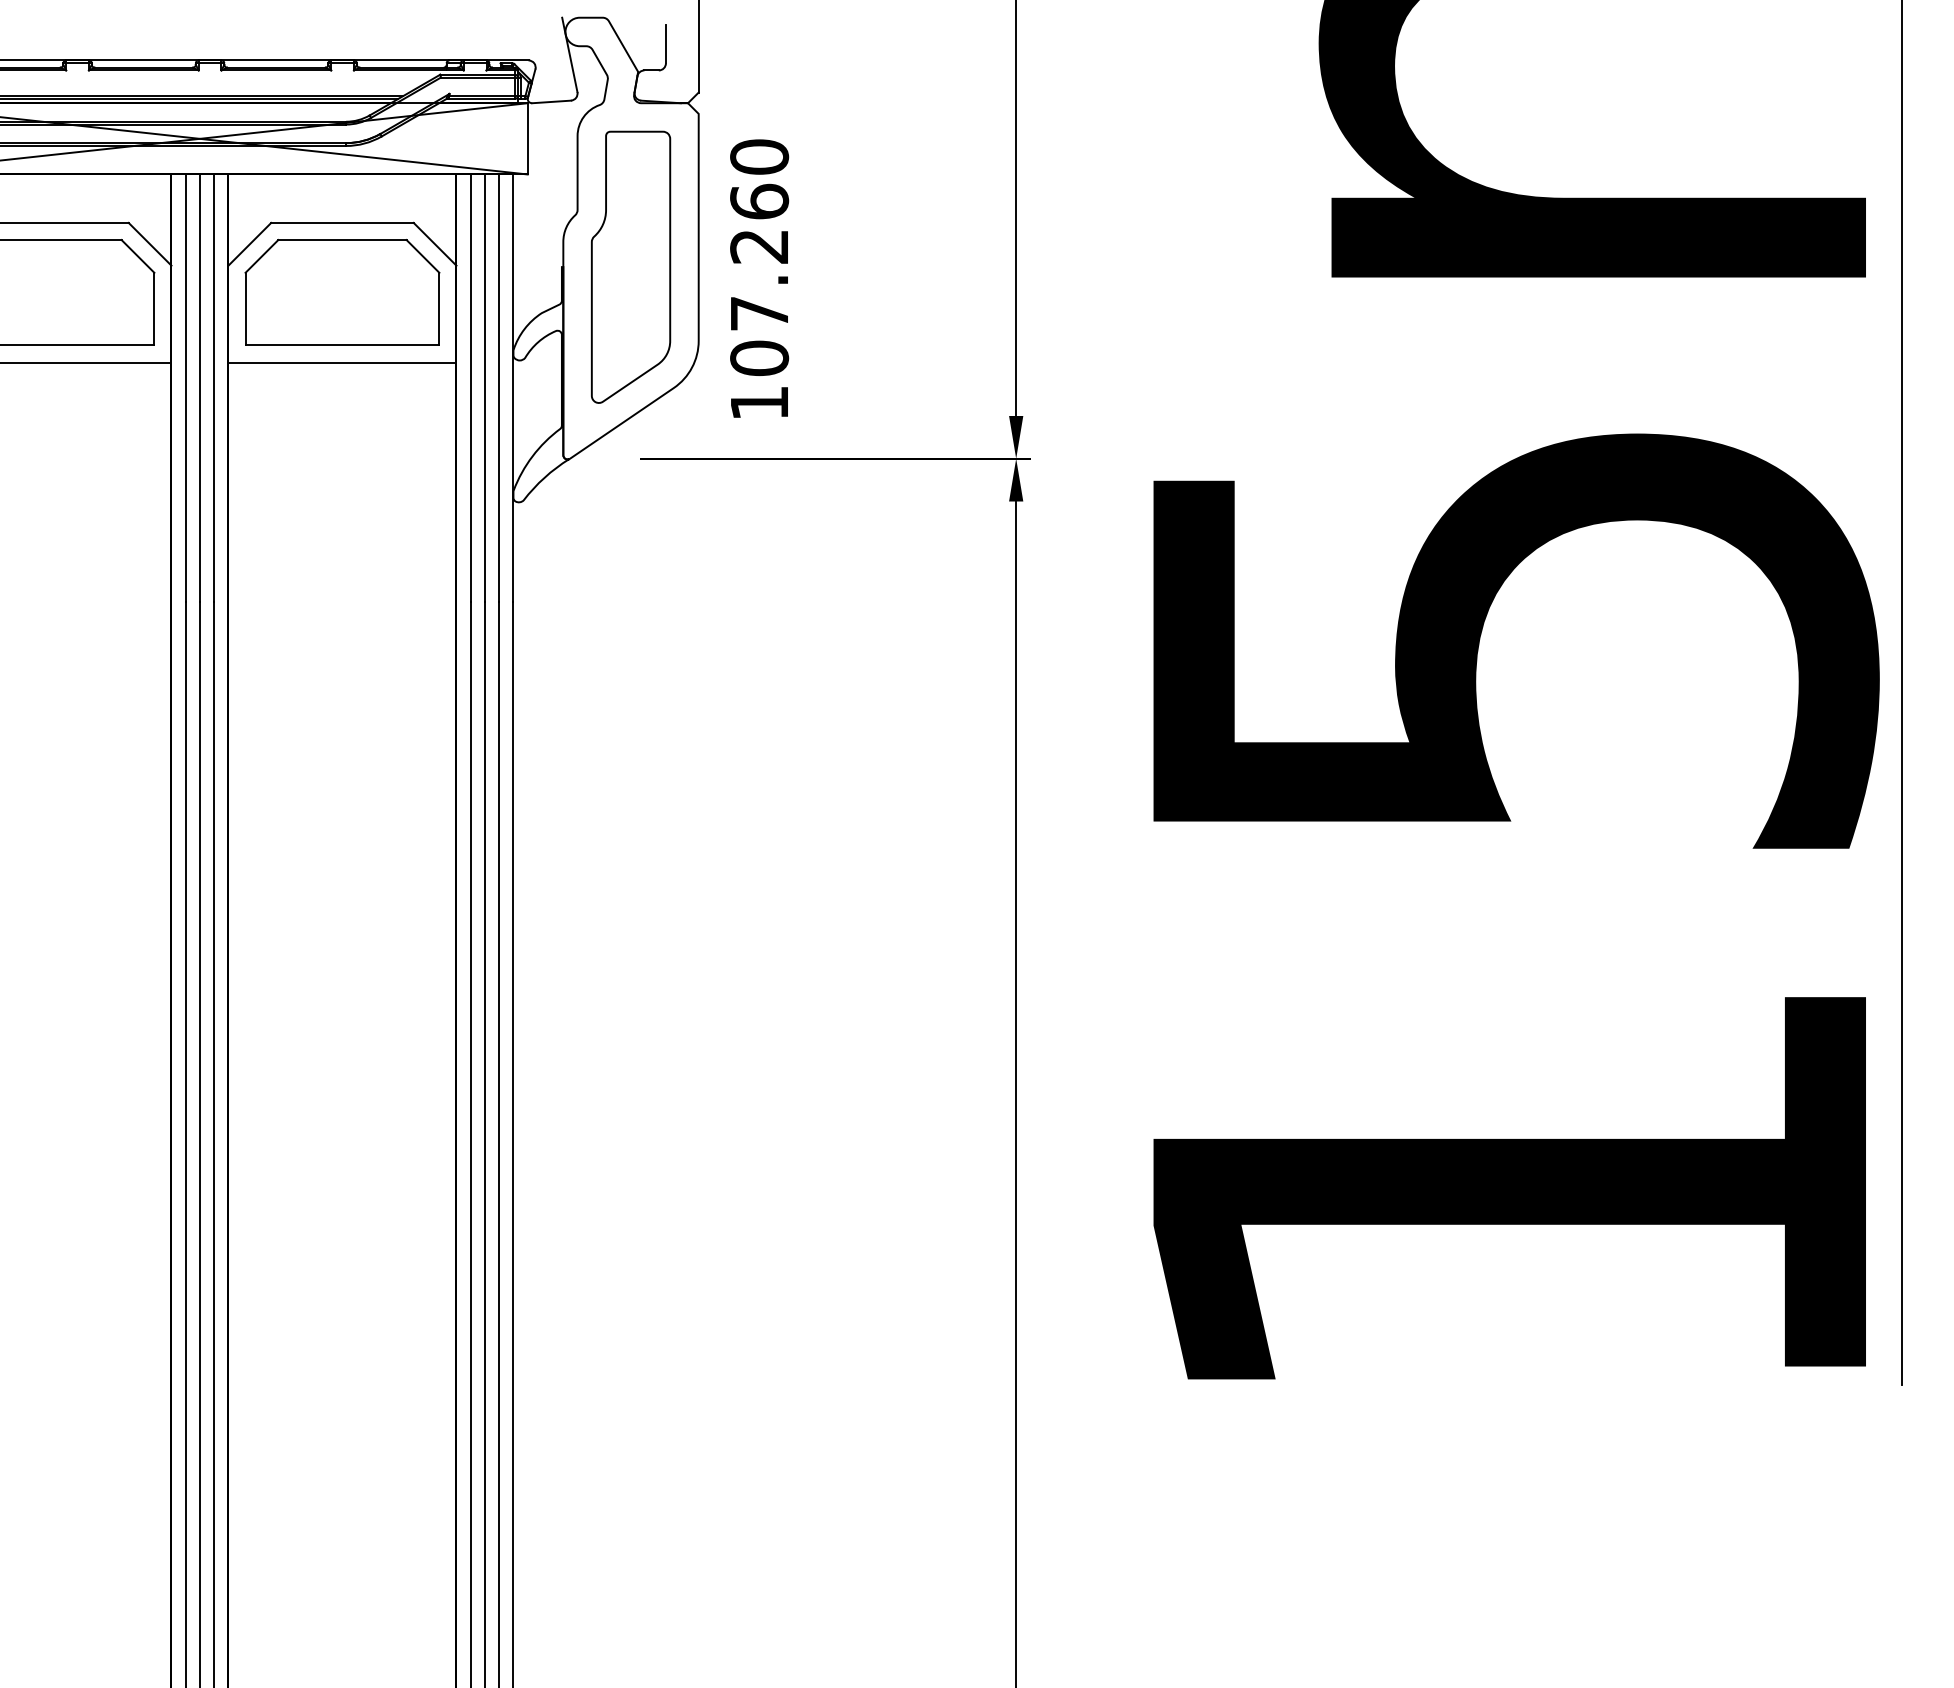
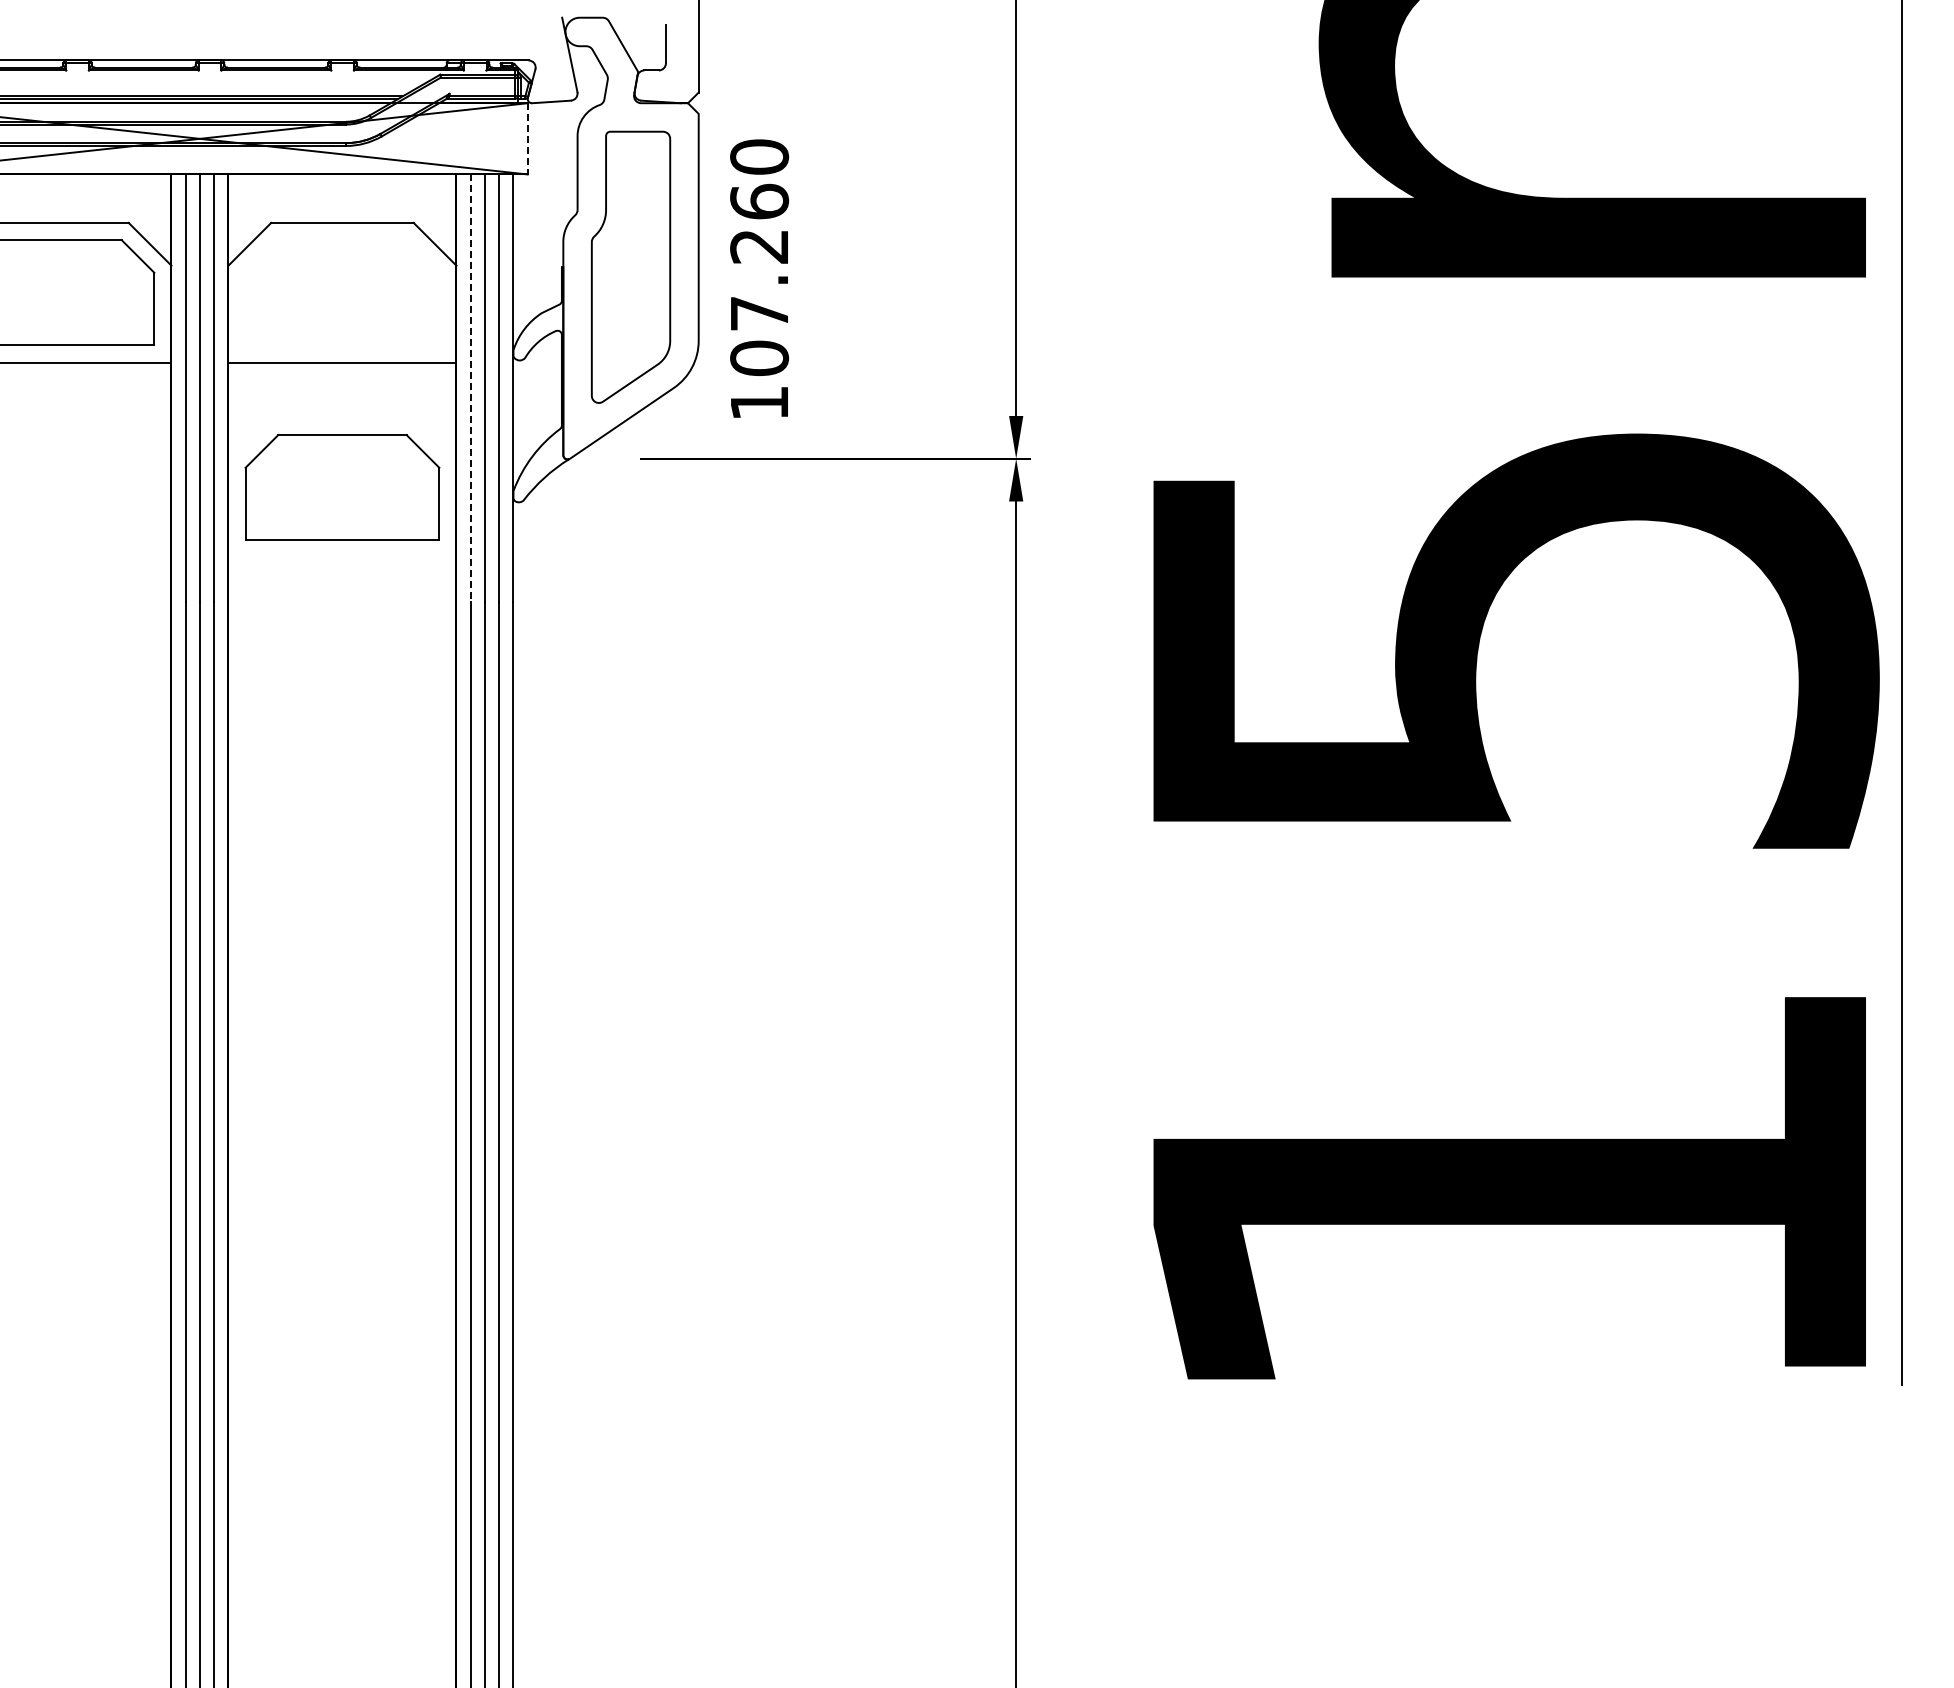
line at (527, 138): solid -> dashed
part at (342, 292) position: (342, 292) -> (342, 487)
line at (470, 388): solid -> dashed
